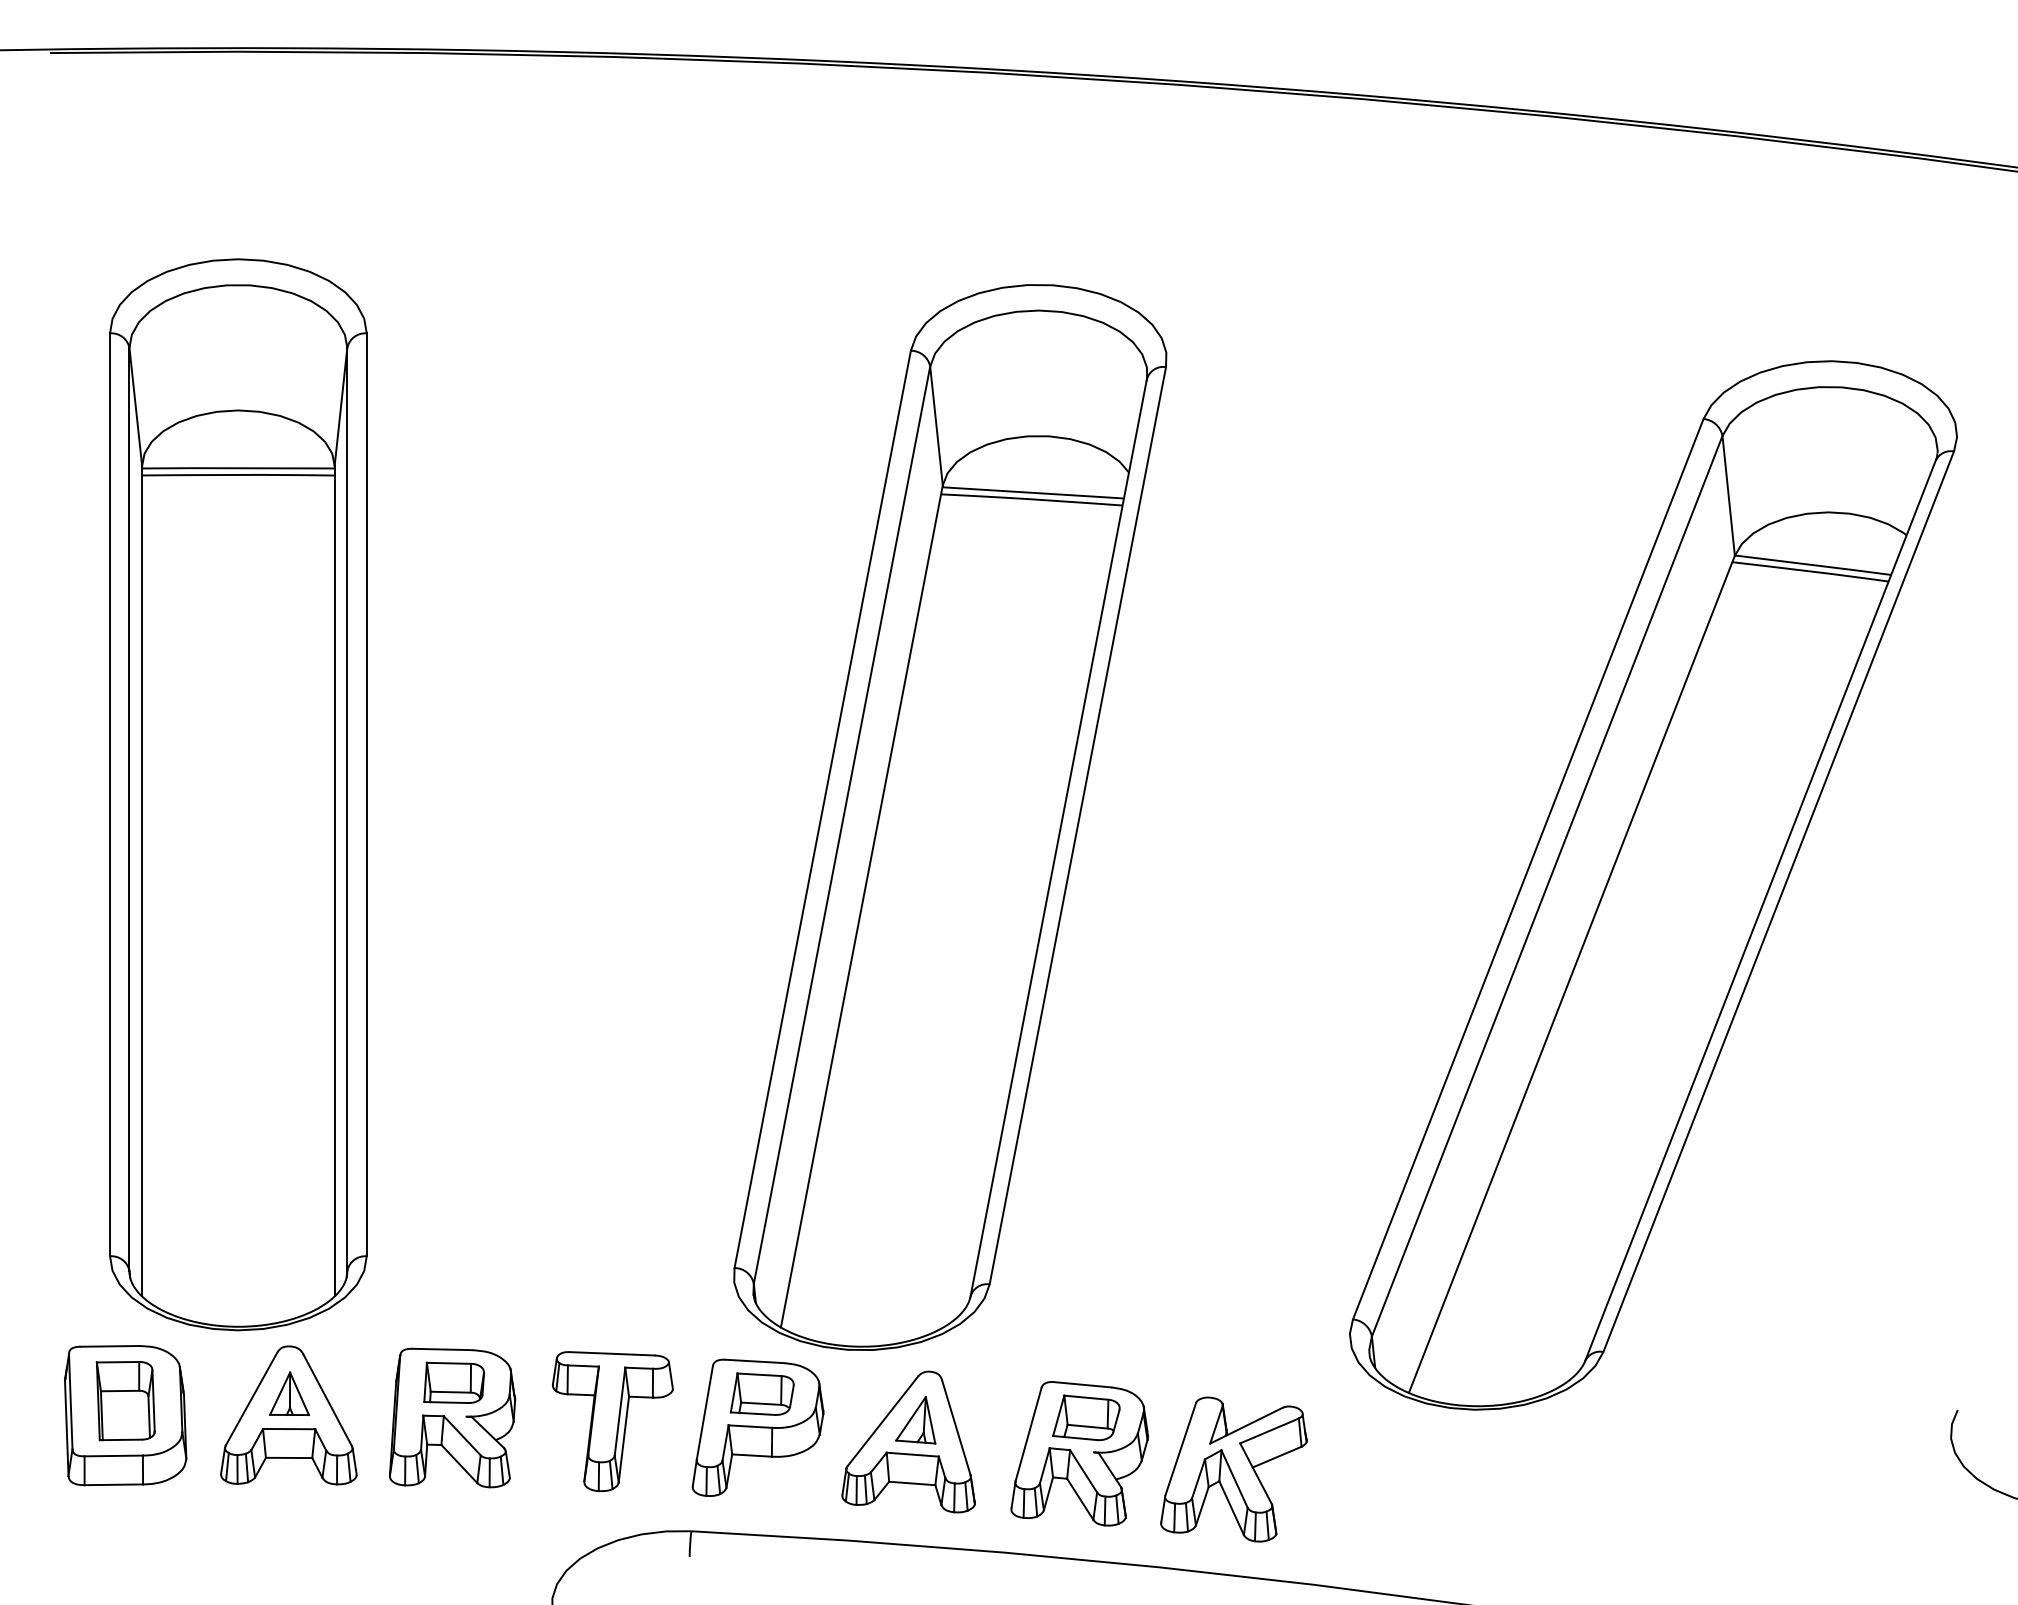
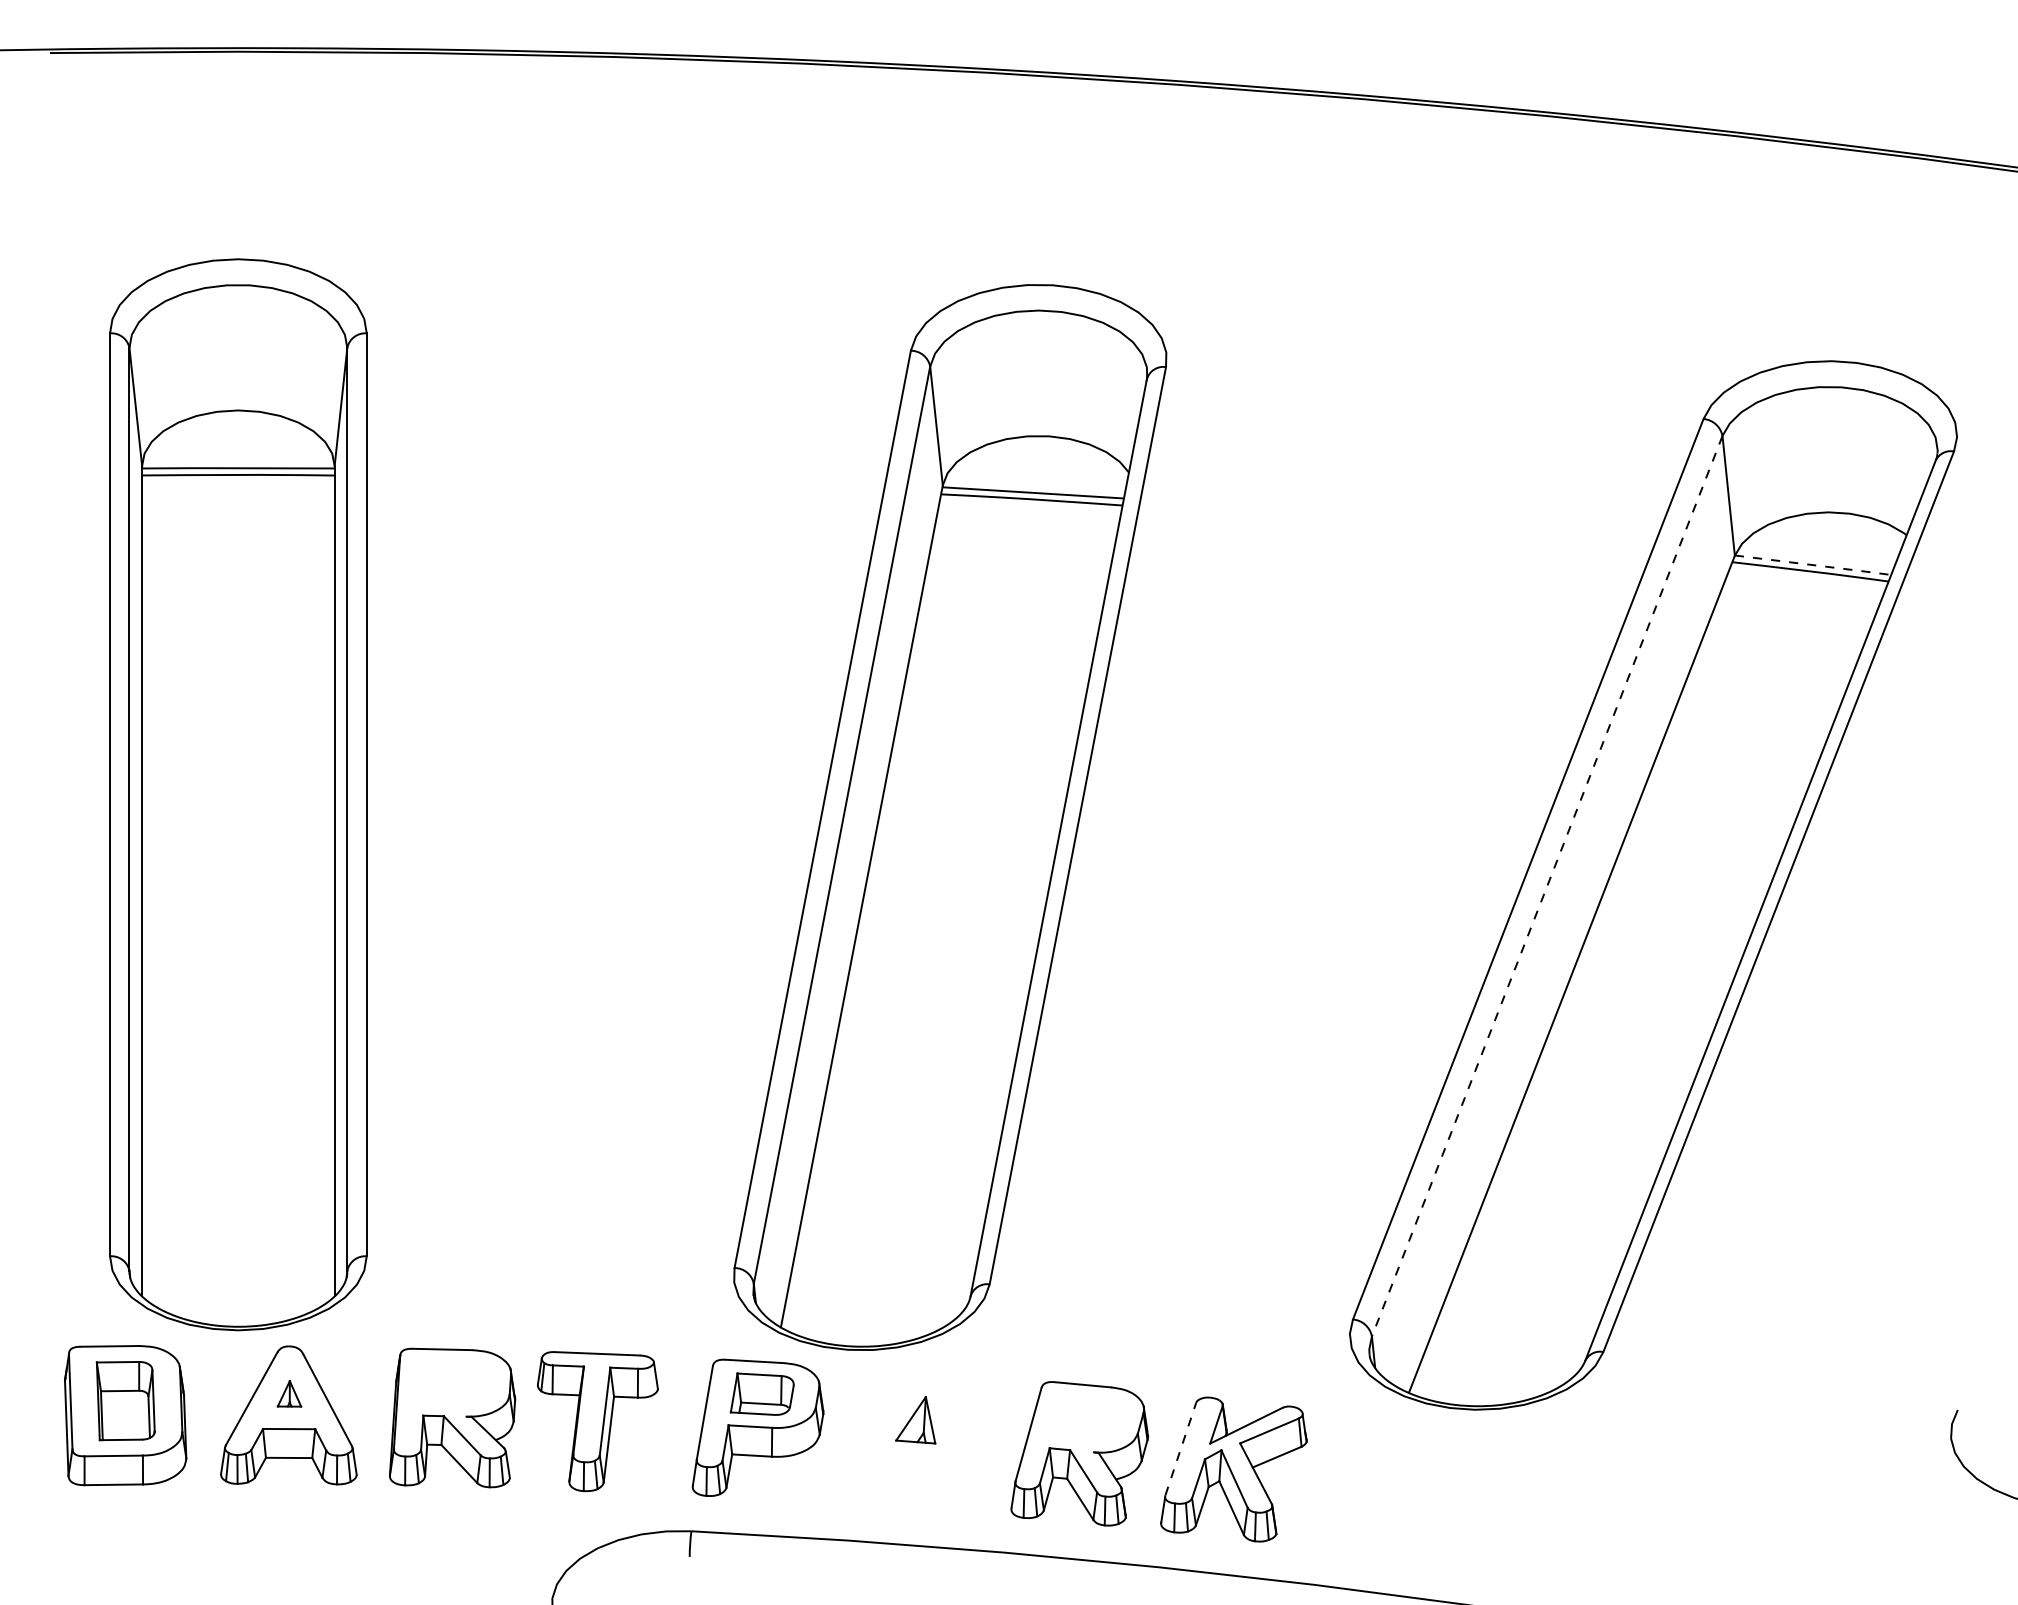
line at (1813, 565): solid -> dashed
line at (1547, 886): solid -> dashed
part at (453, 1382): present -> none
part at (289, 1393) size: 41x46 px -> 27x28 px
part at (1086, 1417): present -> none
part at (612, 1421) position: (612, 1421) -> (597, 1421)
part at (908, 1441): present -> none
line at (1180, 1449): solid -> dashed
